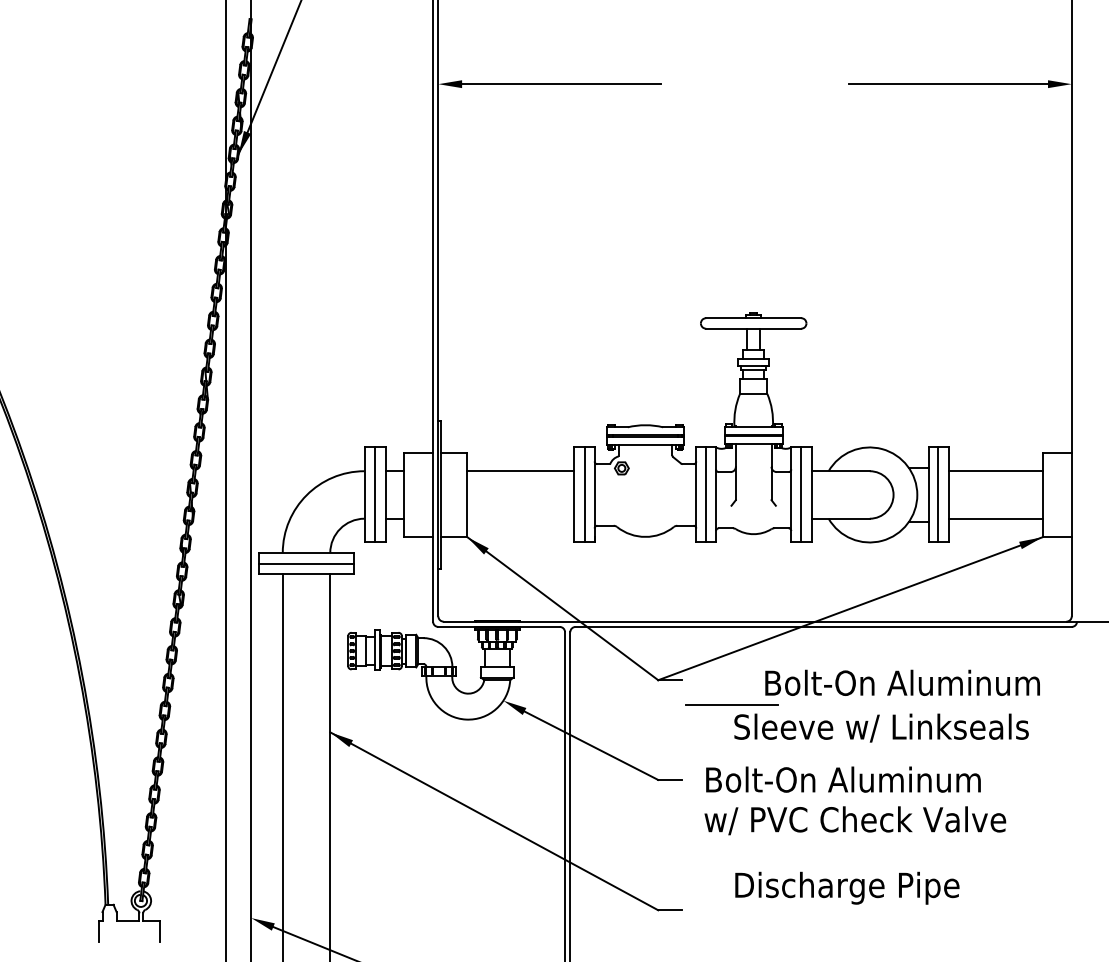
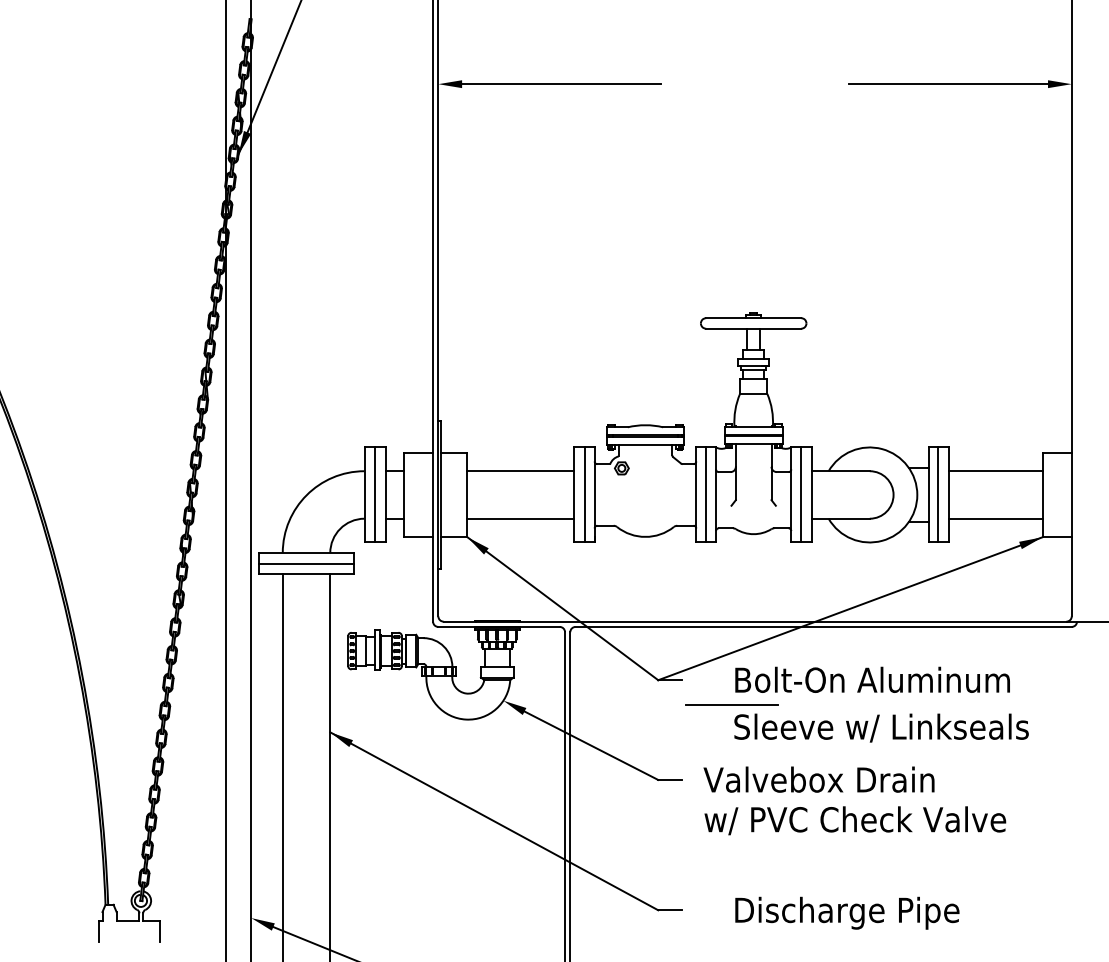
line at (520, 518): none -> present
text at (902, 682) position: (902, 682) -> (872, 679)
text at (841, 779): Bolt-On Aluminum -> Valvebox Drain
text at (847, 887) position: (847, 887) -> (847, 912)
